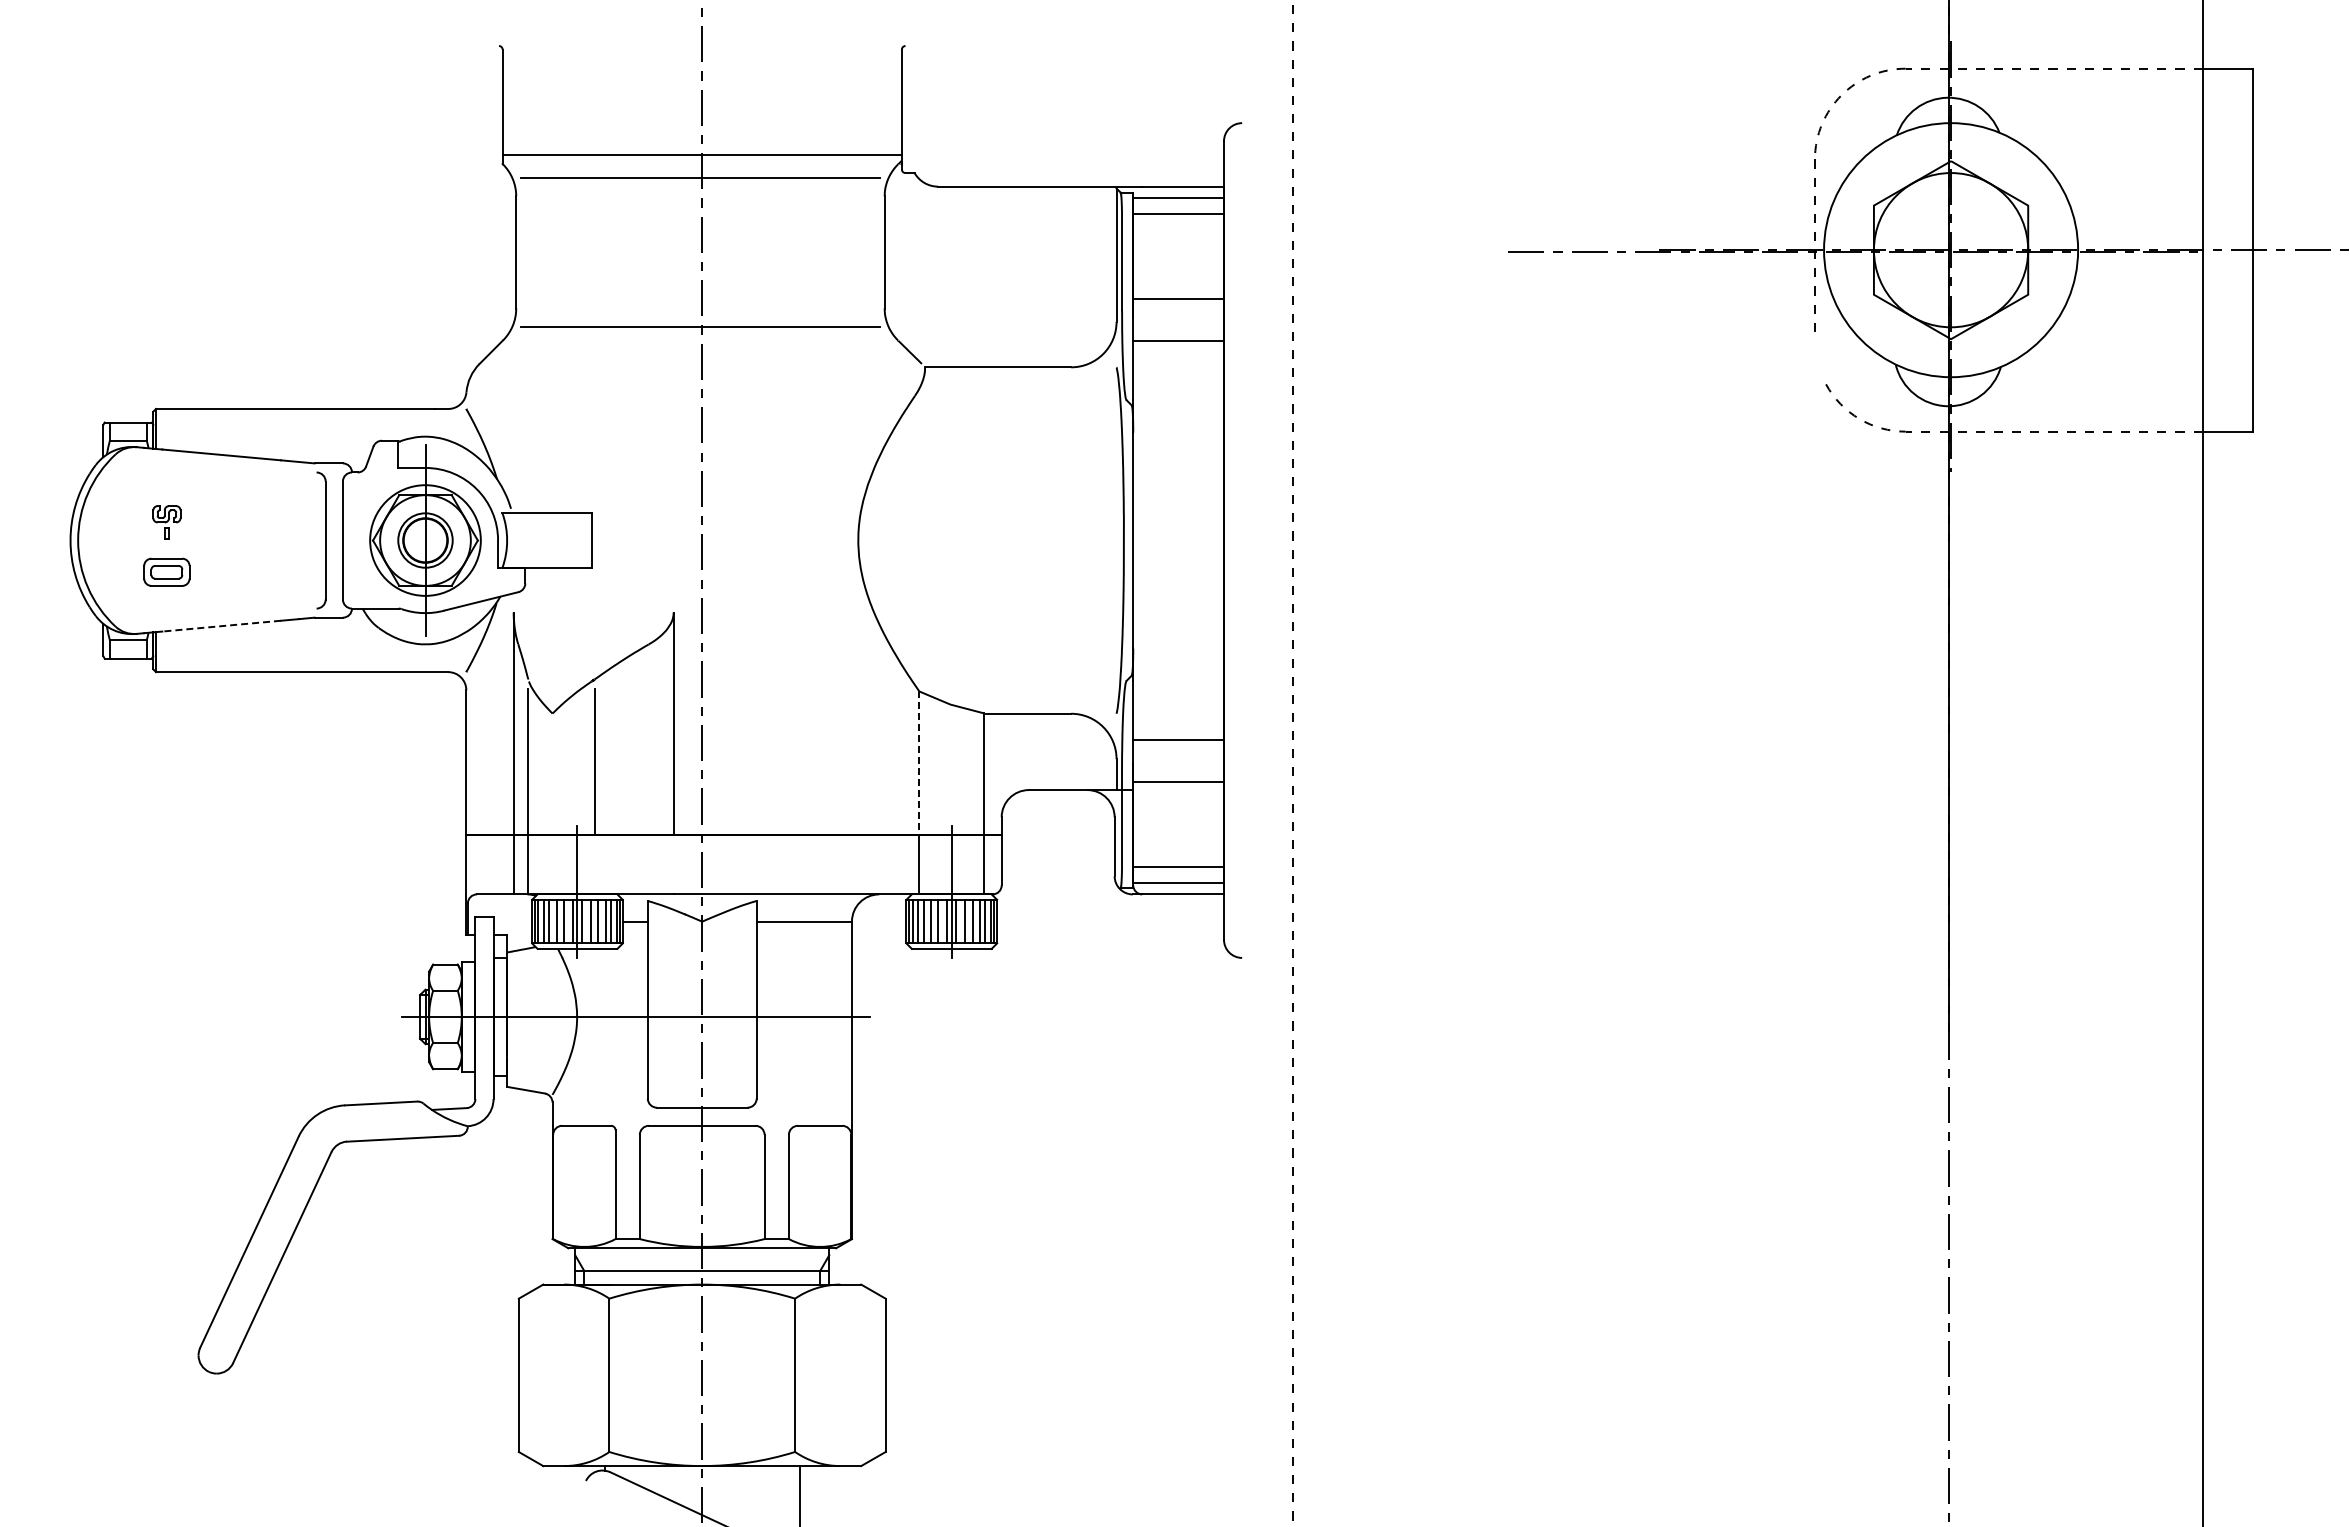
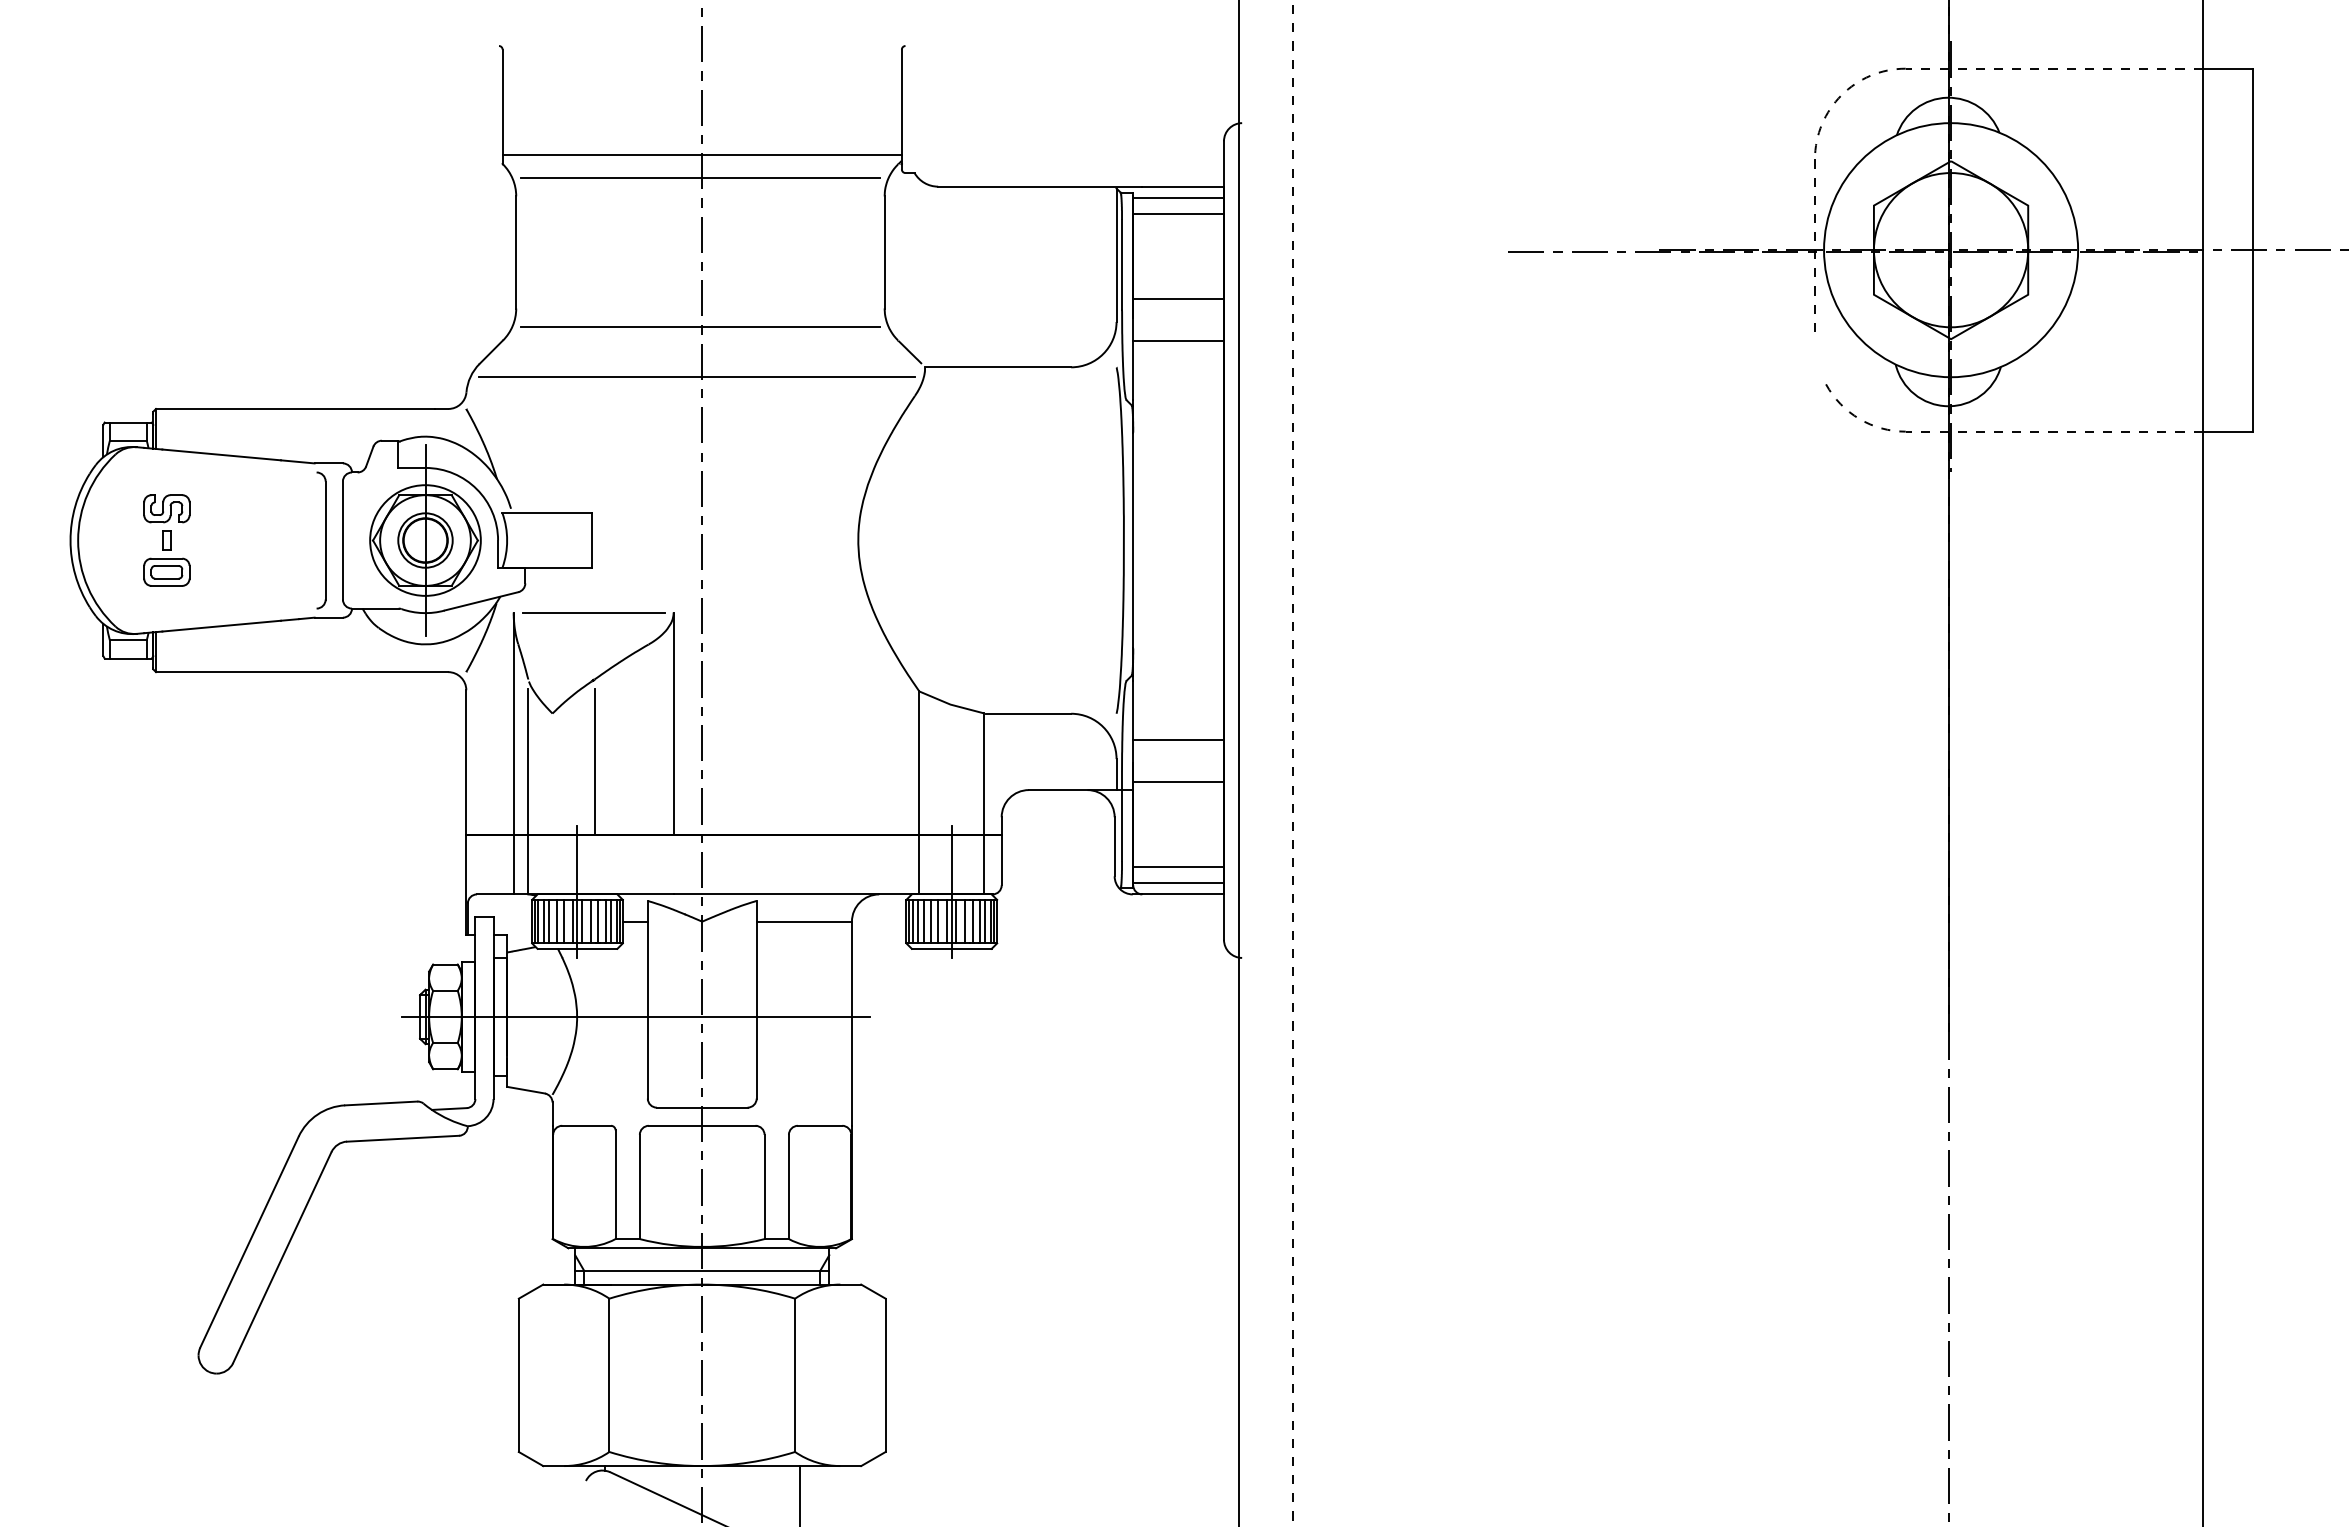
line at (696, 377): none -> present
part at (166, 522) size: 30x35 px -> 48x57 px
line at (593, 612): none -> present
line at (221, 626): dashed -> solid
line at (1238, 762): none -> present
line at (919, 763): dashed -> solid
